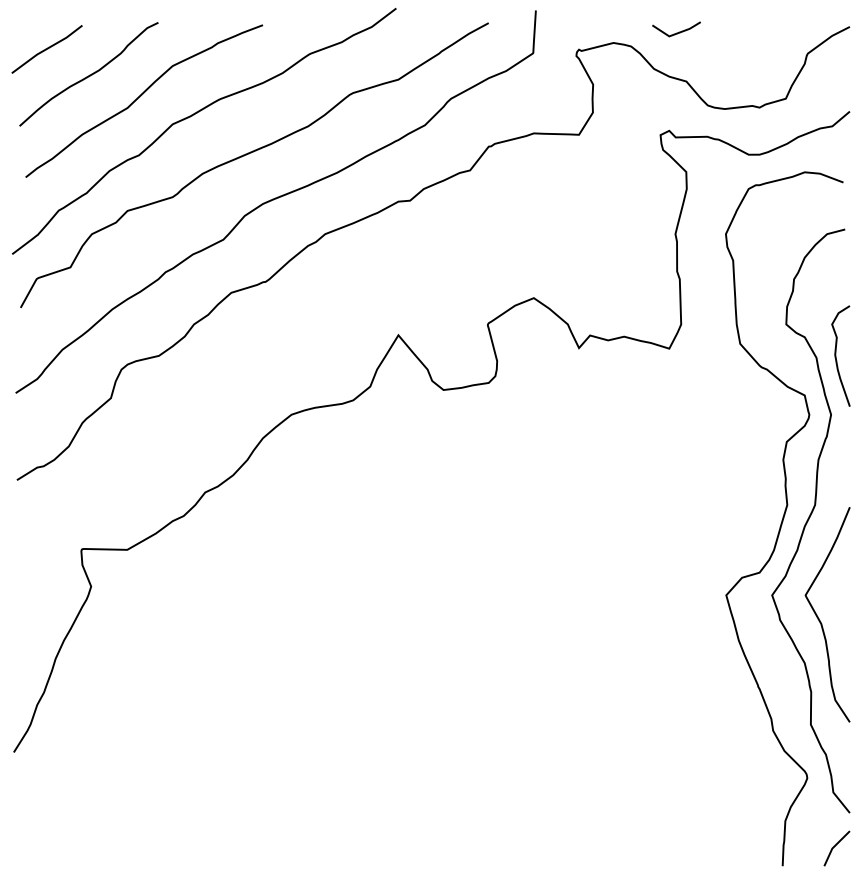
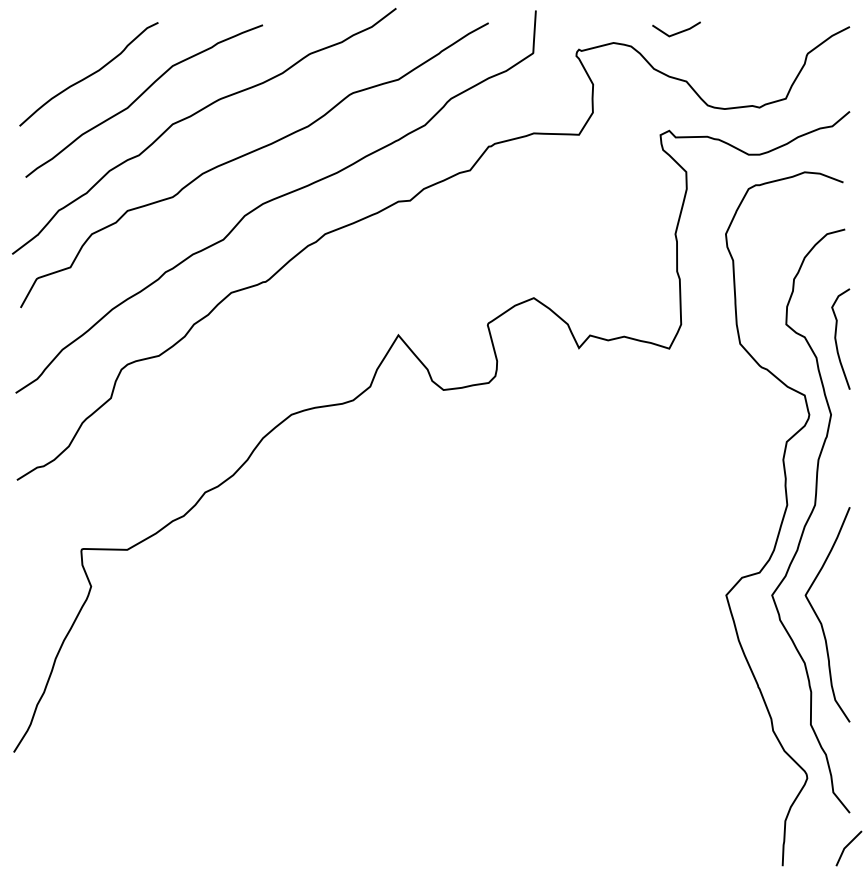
curve at (46, 49): present -> none
curve at (836, 355) position: (836, 355) -> (836, 338)
line at (835, 846) position: (835, 846) -> (847, 846)
